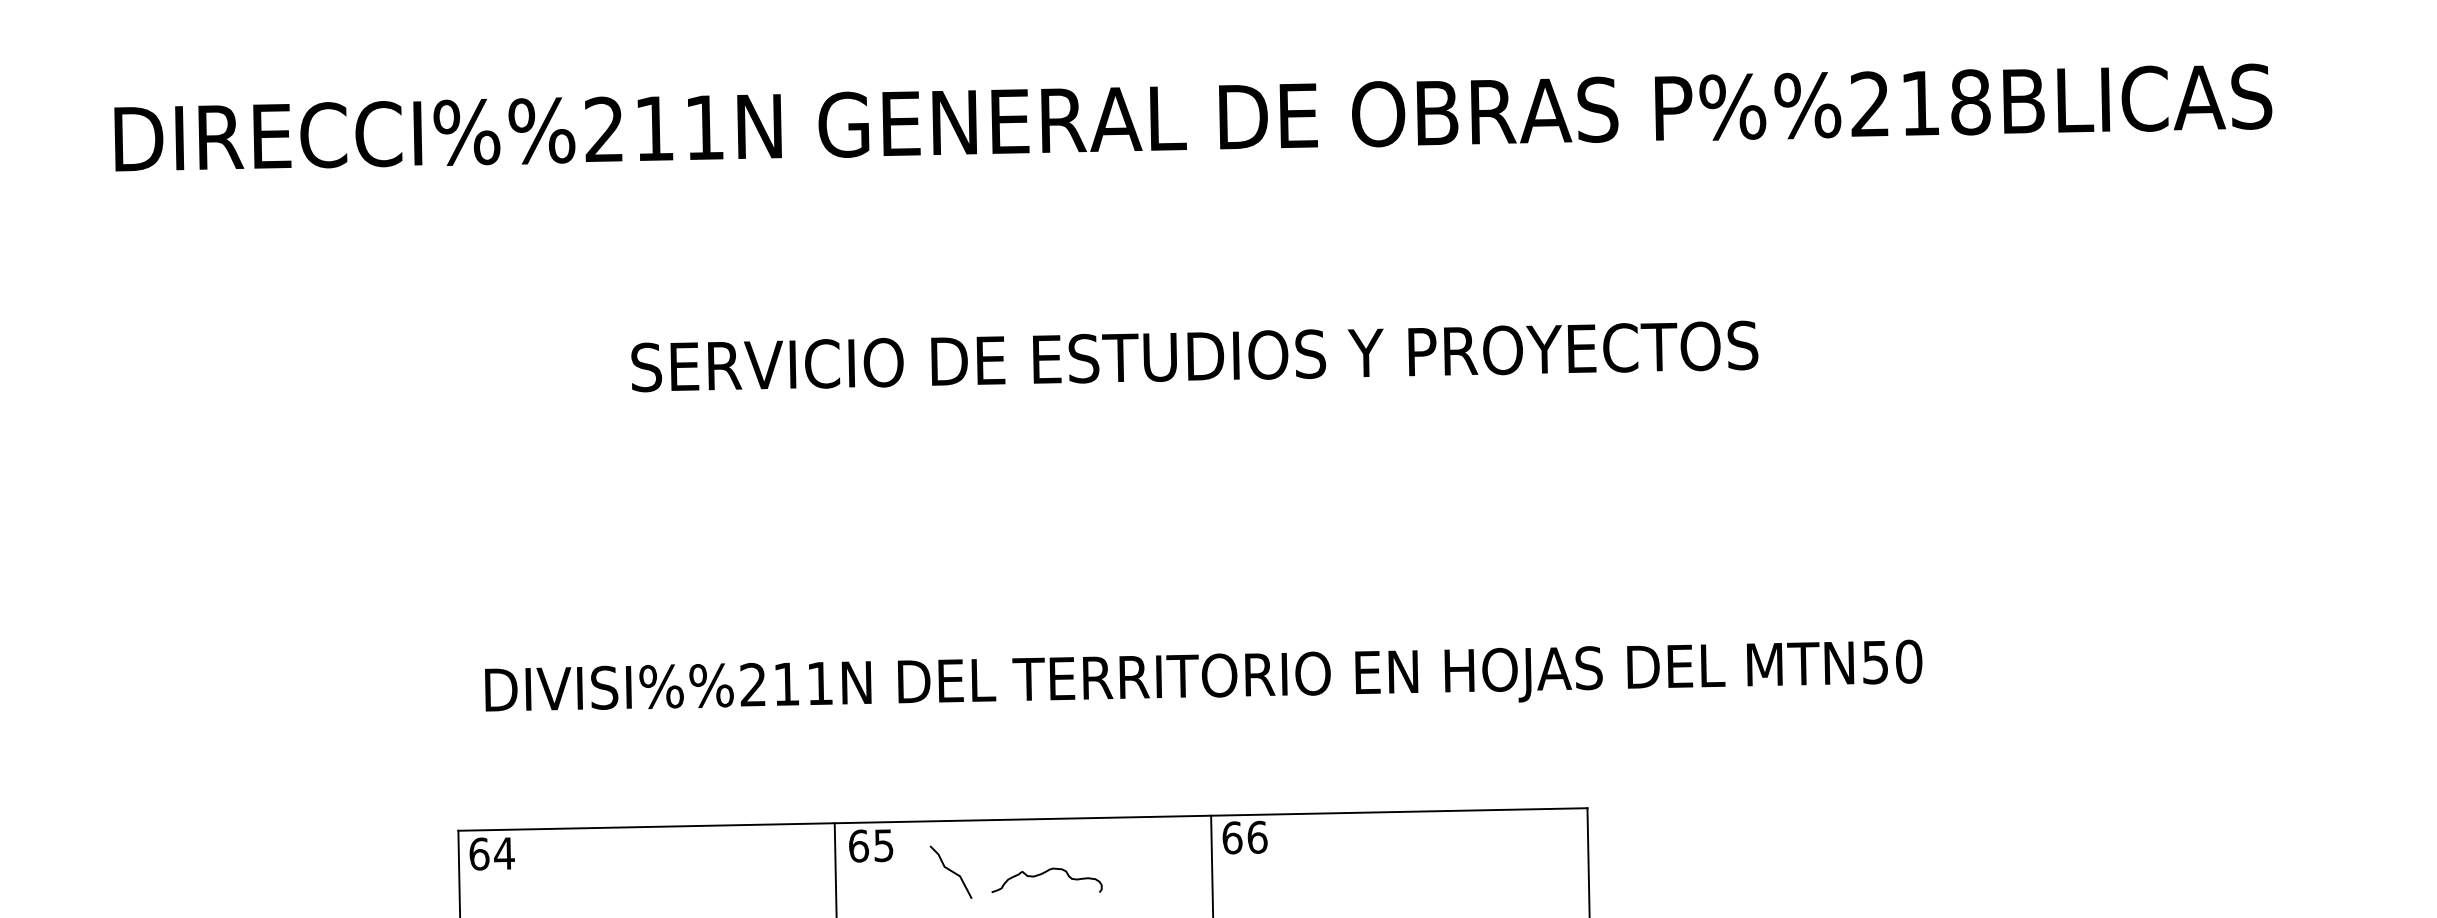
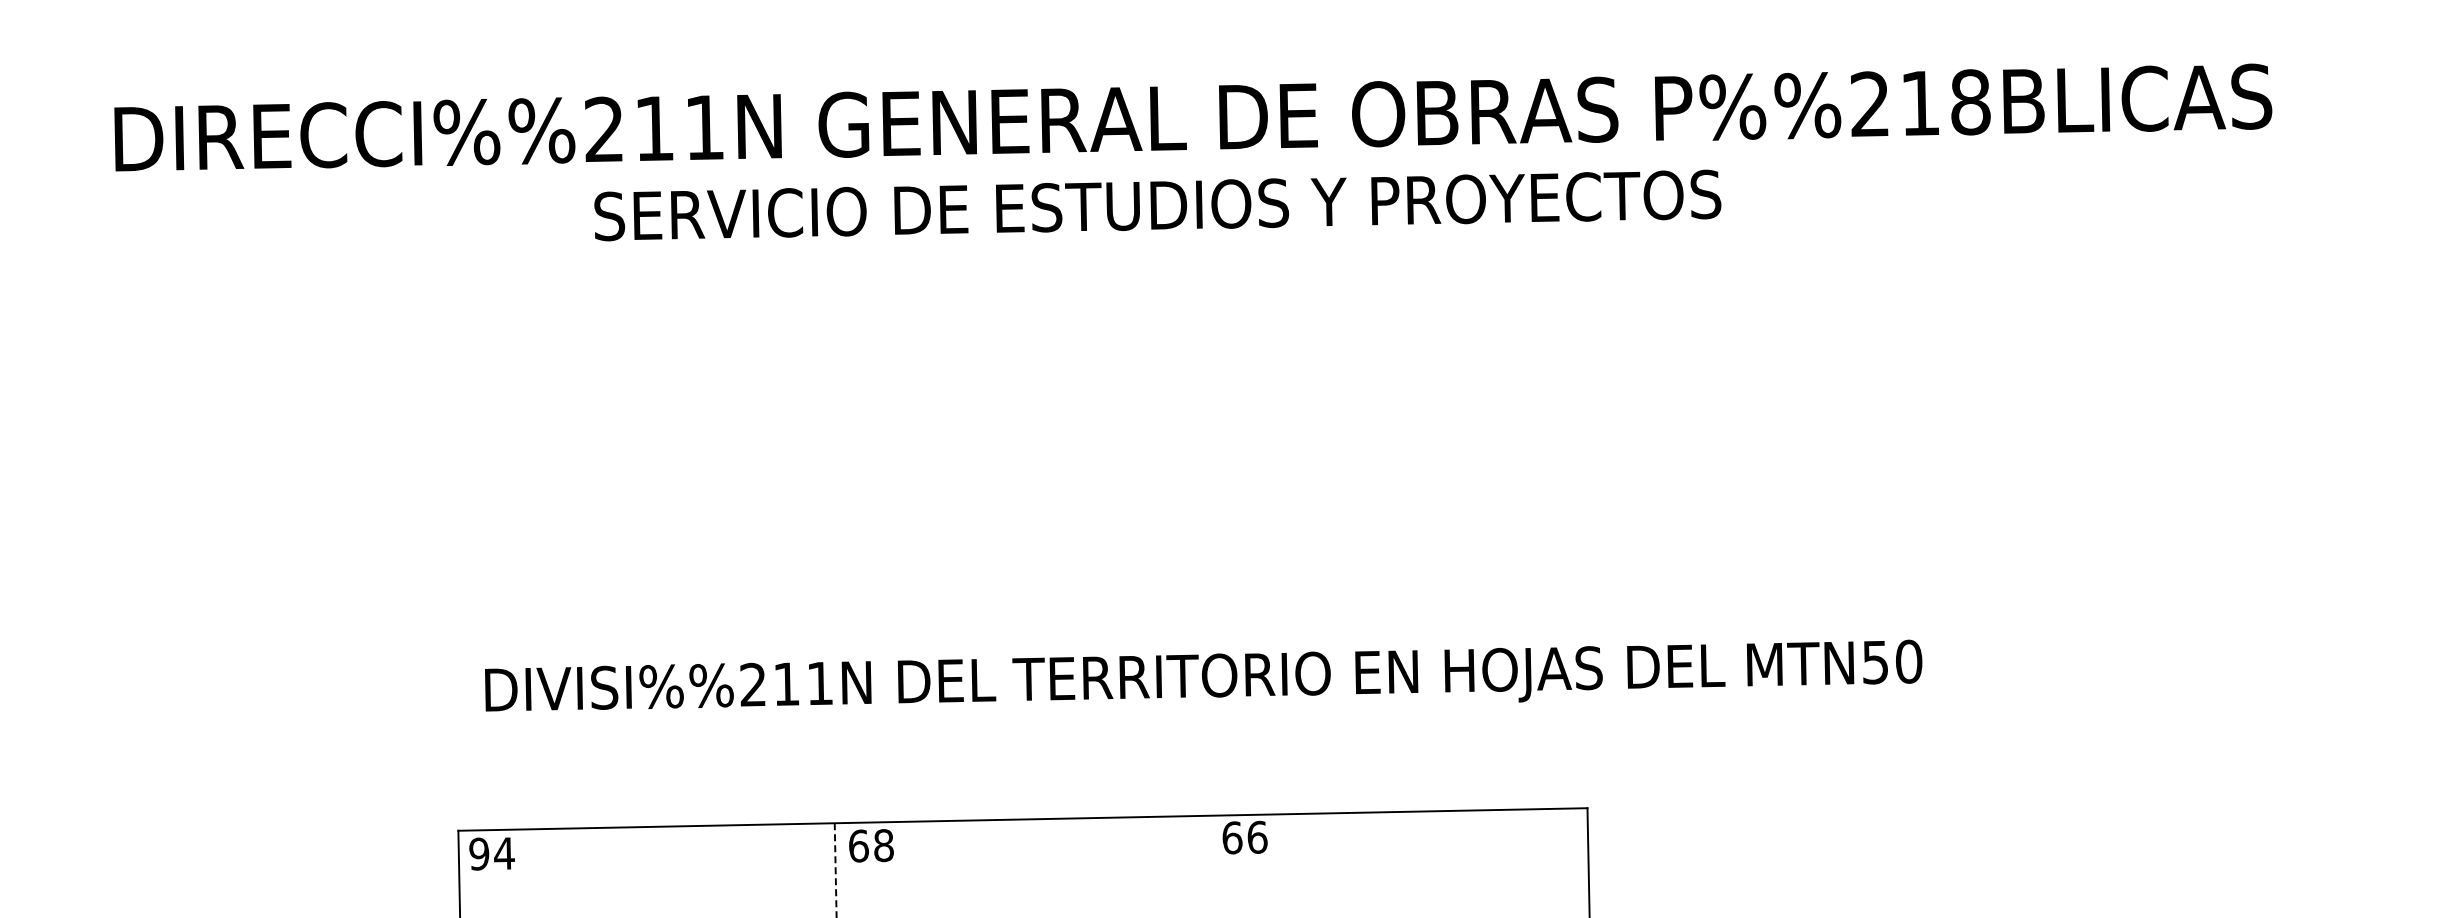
text at (1194, 356) position: (1194, 356) -> (1157, 205)
text at (883, 845): 65 -> 68
text at (479, 853): 64 -> 94
line at (1212, 864): present -> none
line at (835, 870): solid -> dashed
line at (950, 871): present -> none
curve at (1042, 874): present -> none
